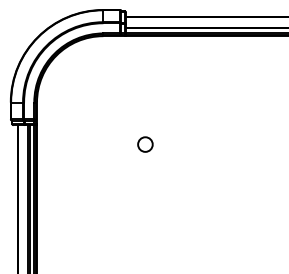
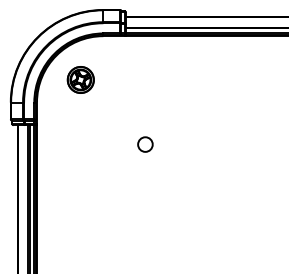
part at (80, 79): none -> present
